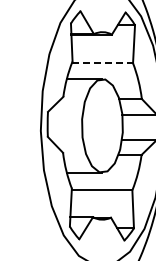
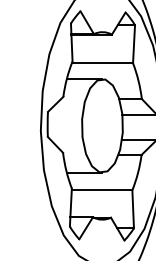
line at (102, 63): dashed -> solid
